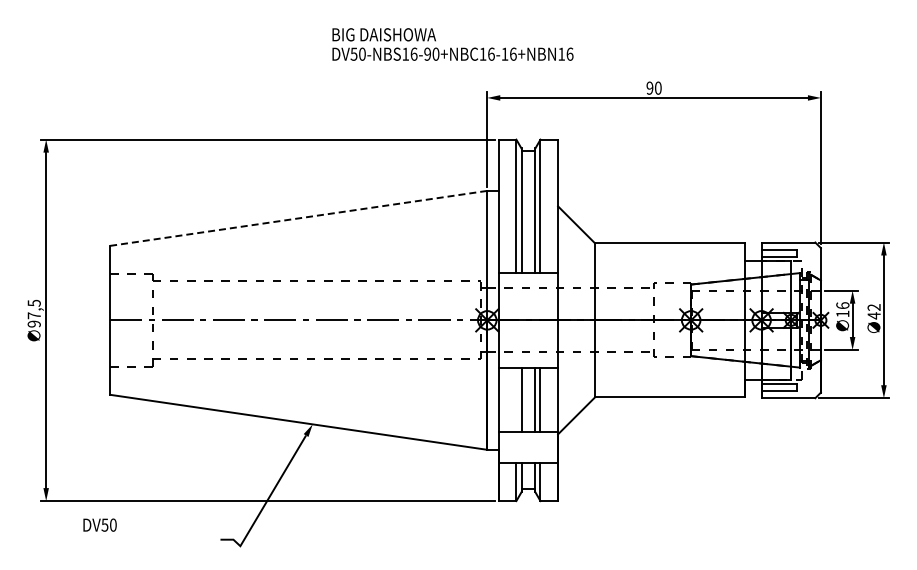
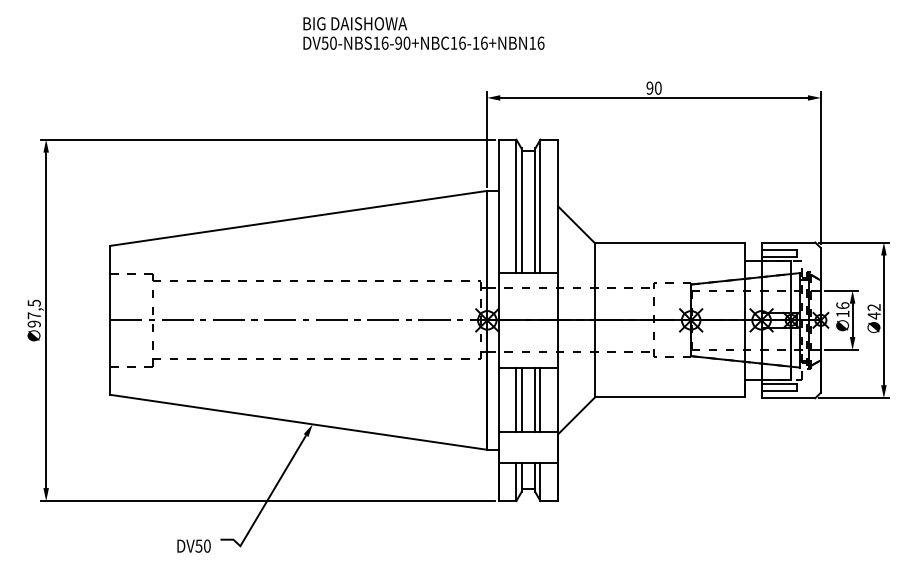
text at (452, 44) position: (452, 44) -> (423, 33)
line at (298, 218): dashed -> solid
line at (516, 399): none -> present
text at (99, 524) position: (99, 524) -> (193, 545)
